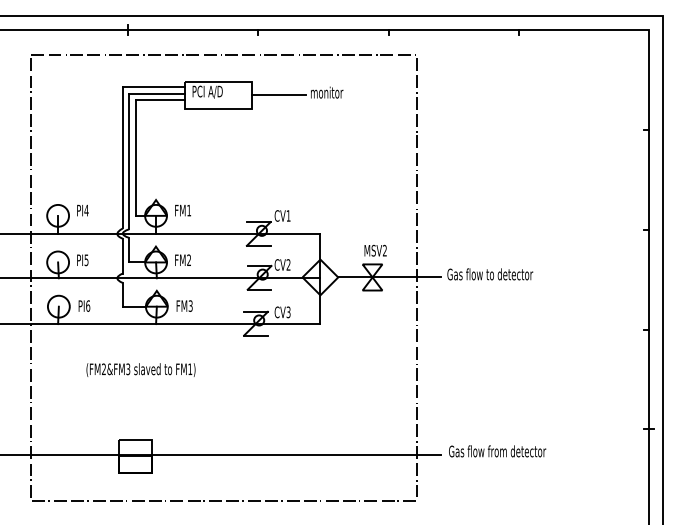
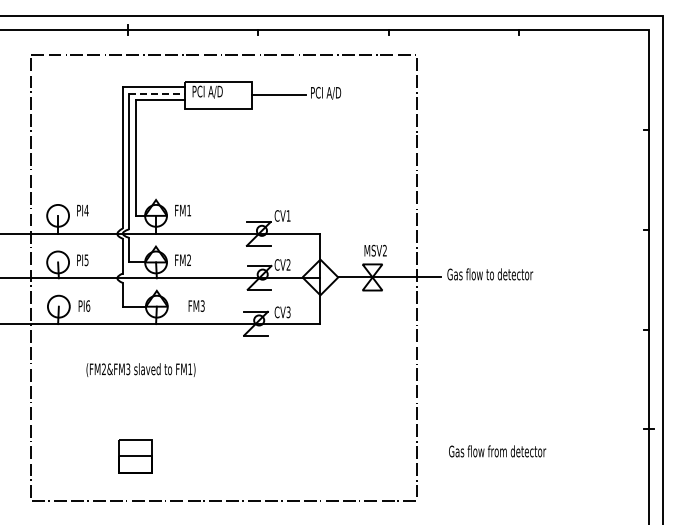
text at (327, 92): monitor -> PCI A/D
line at (157, 94): solid -> dashed
text at (184, 305) position: (184, 305) -> (196, 305)
line at (221, 455): present -> none
